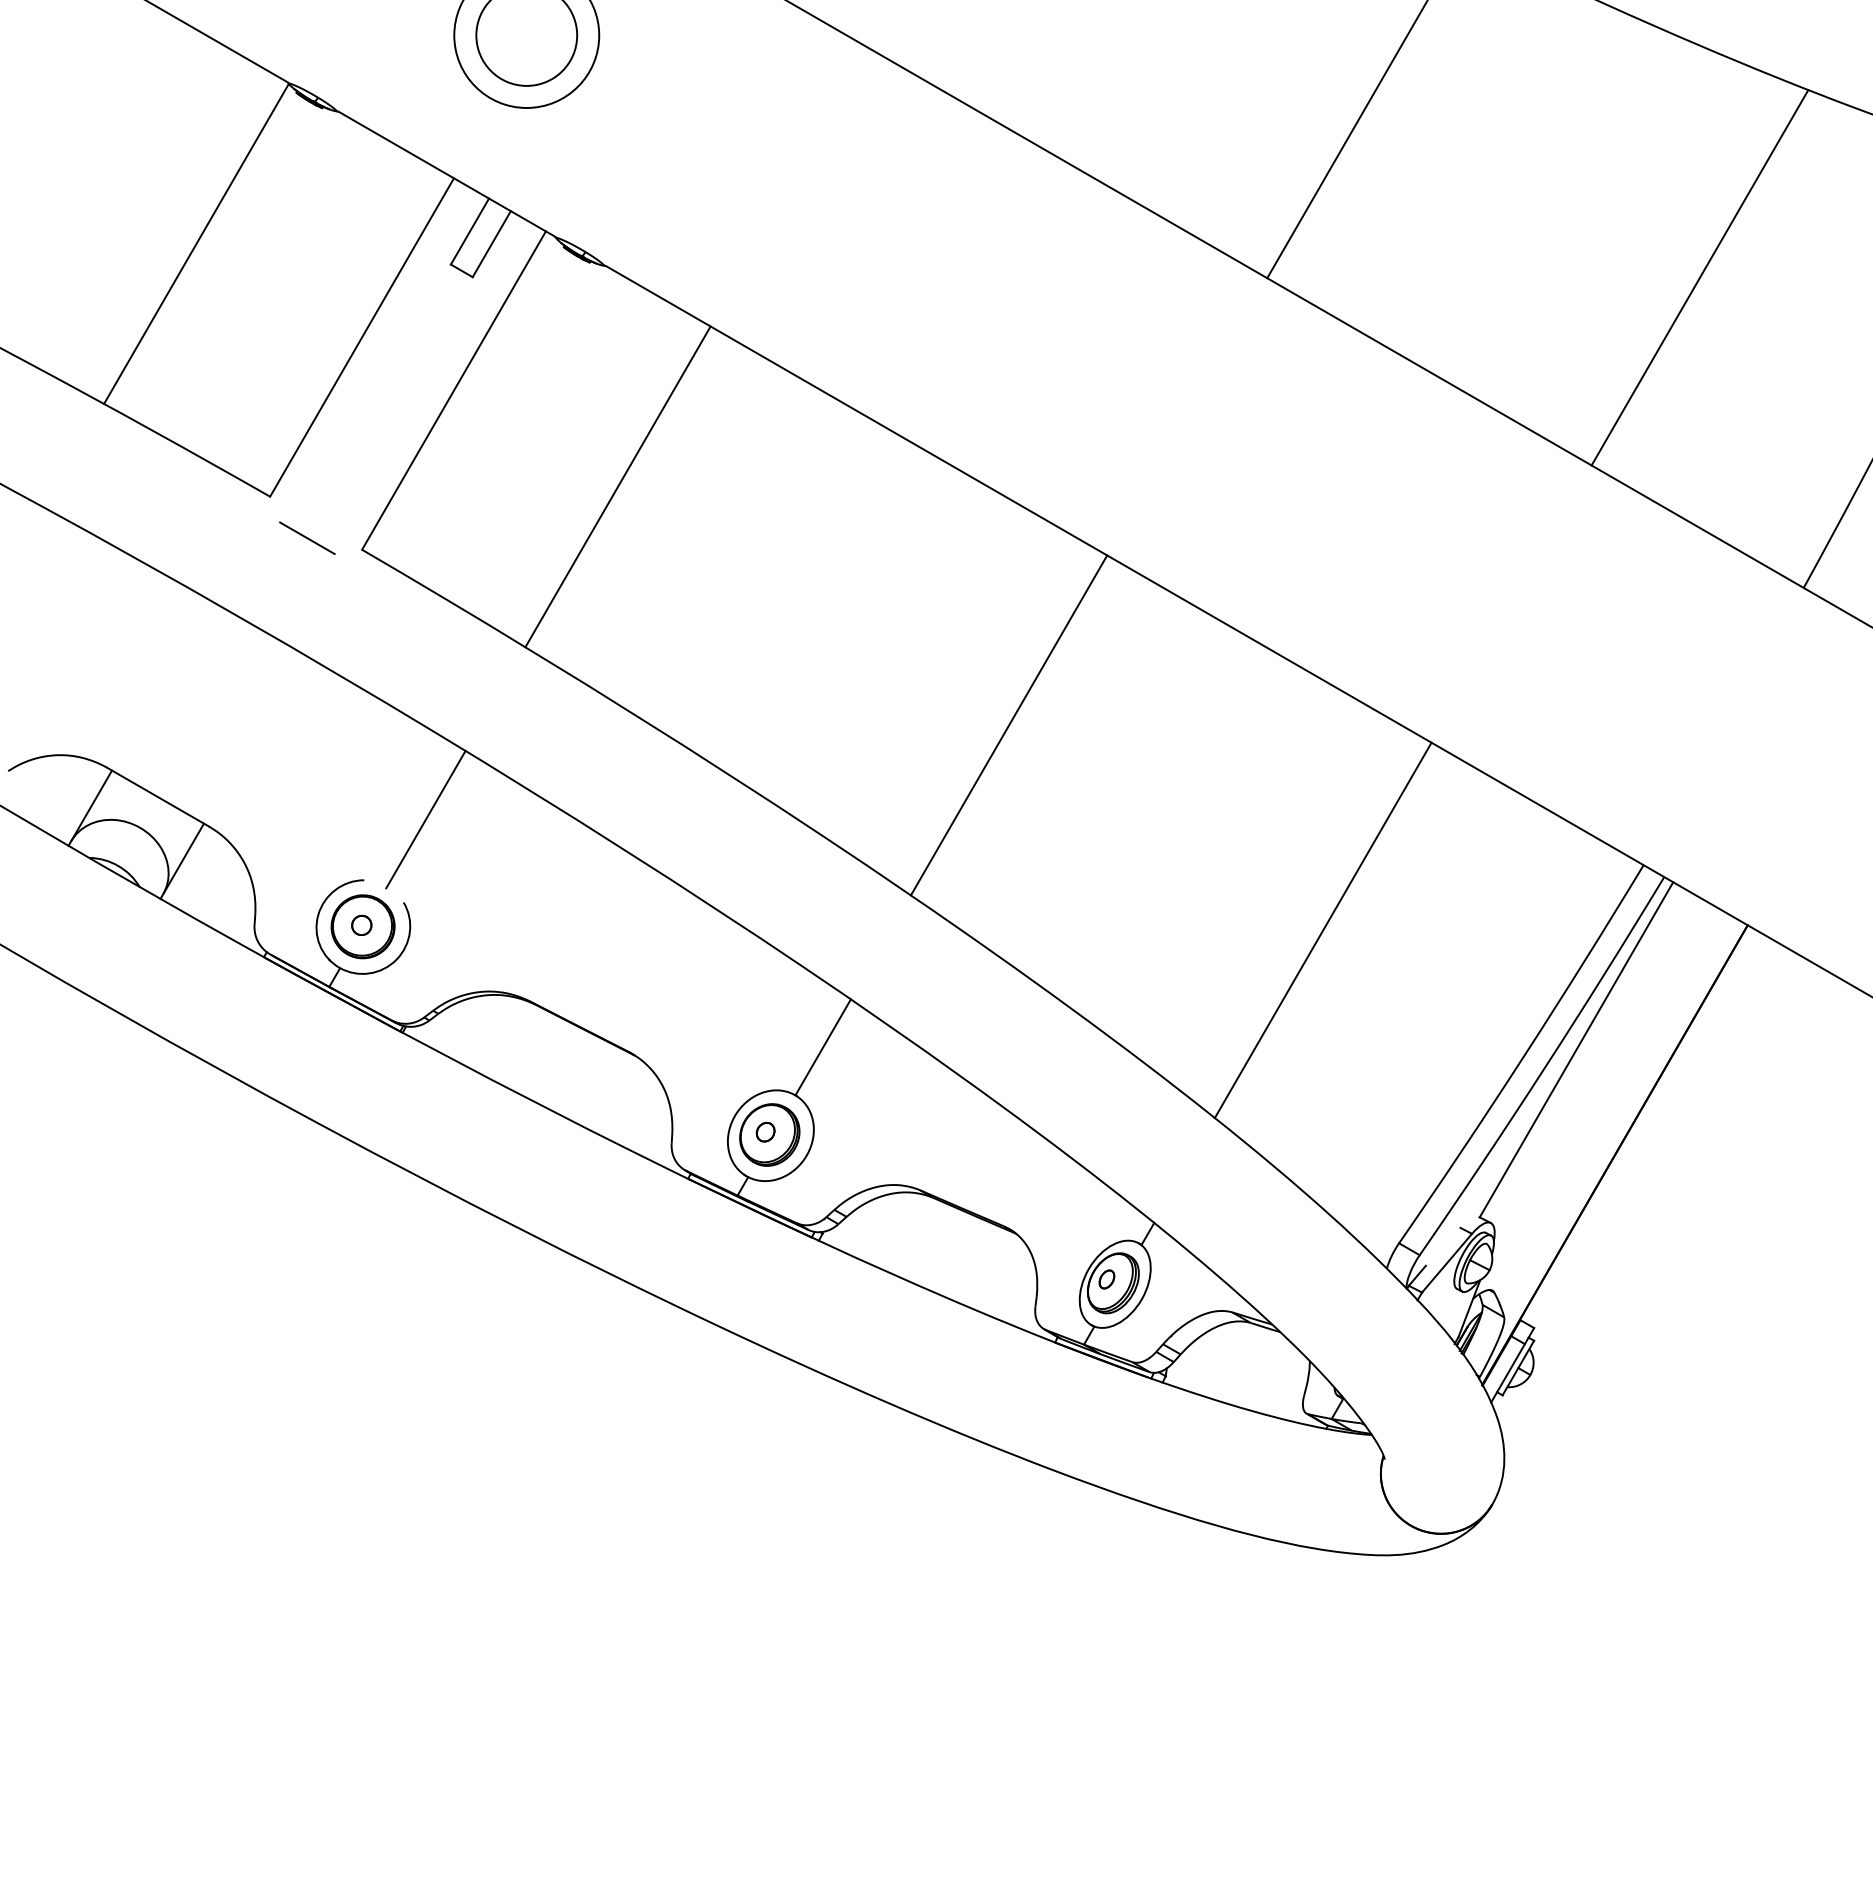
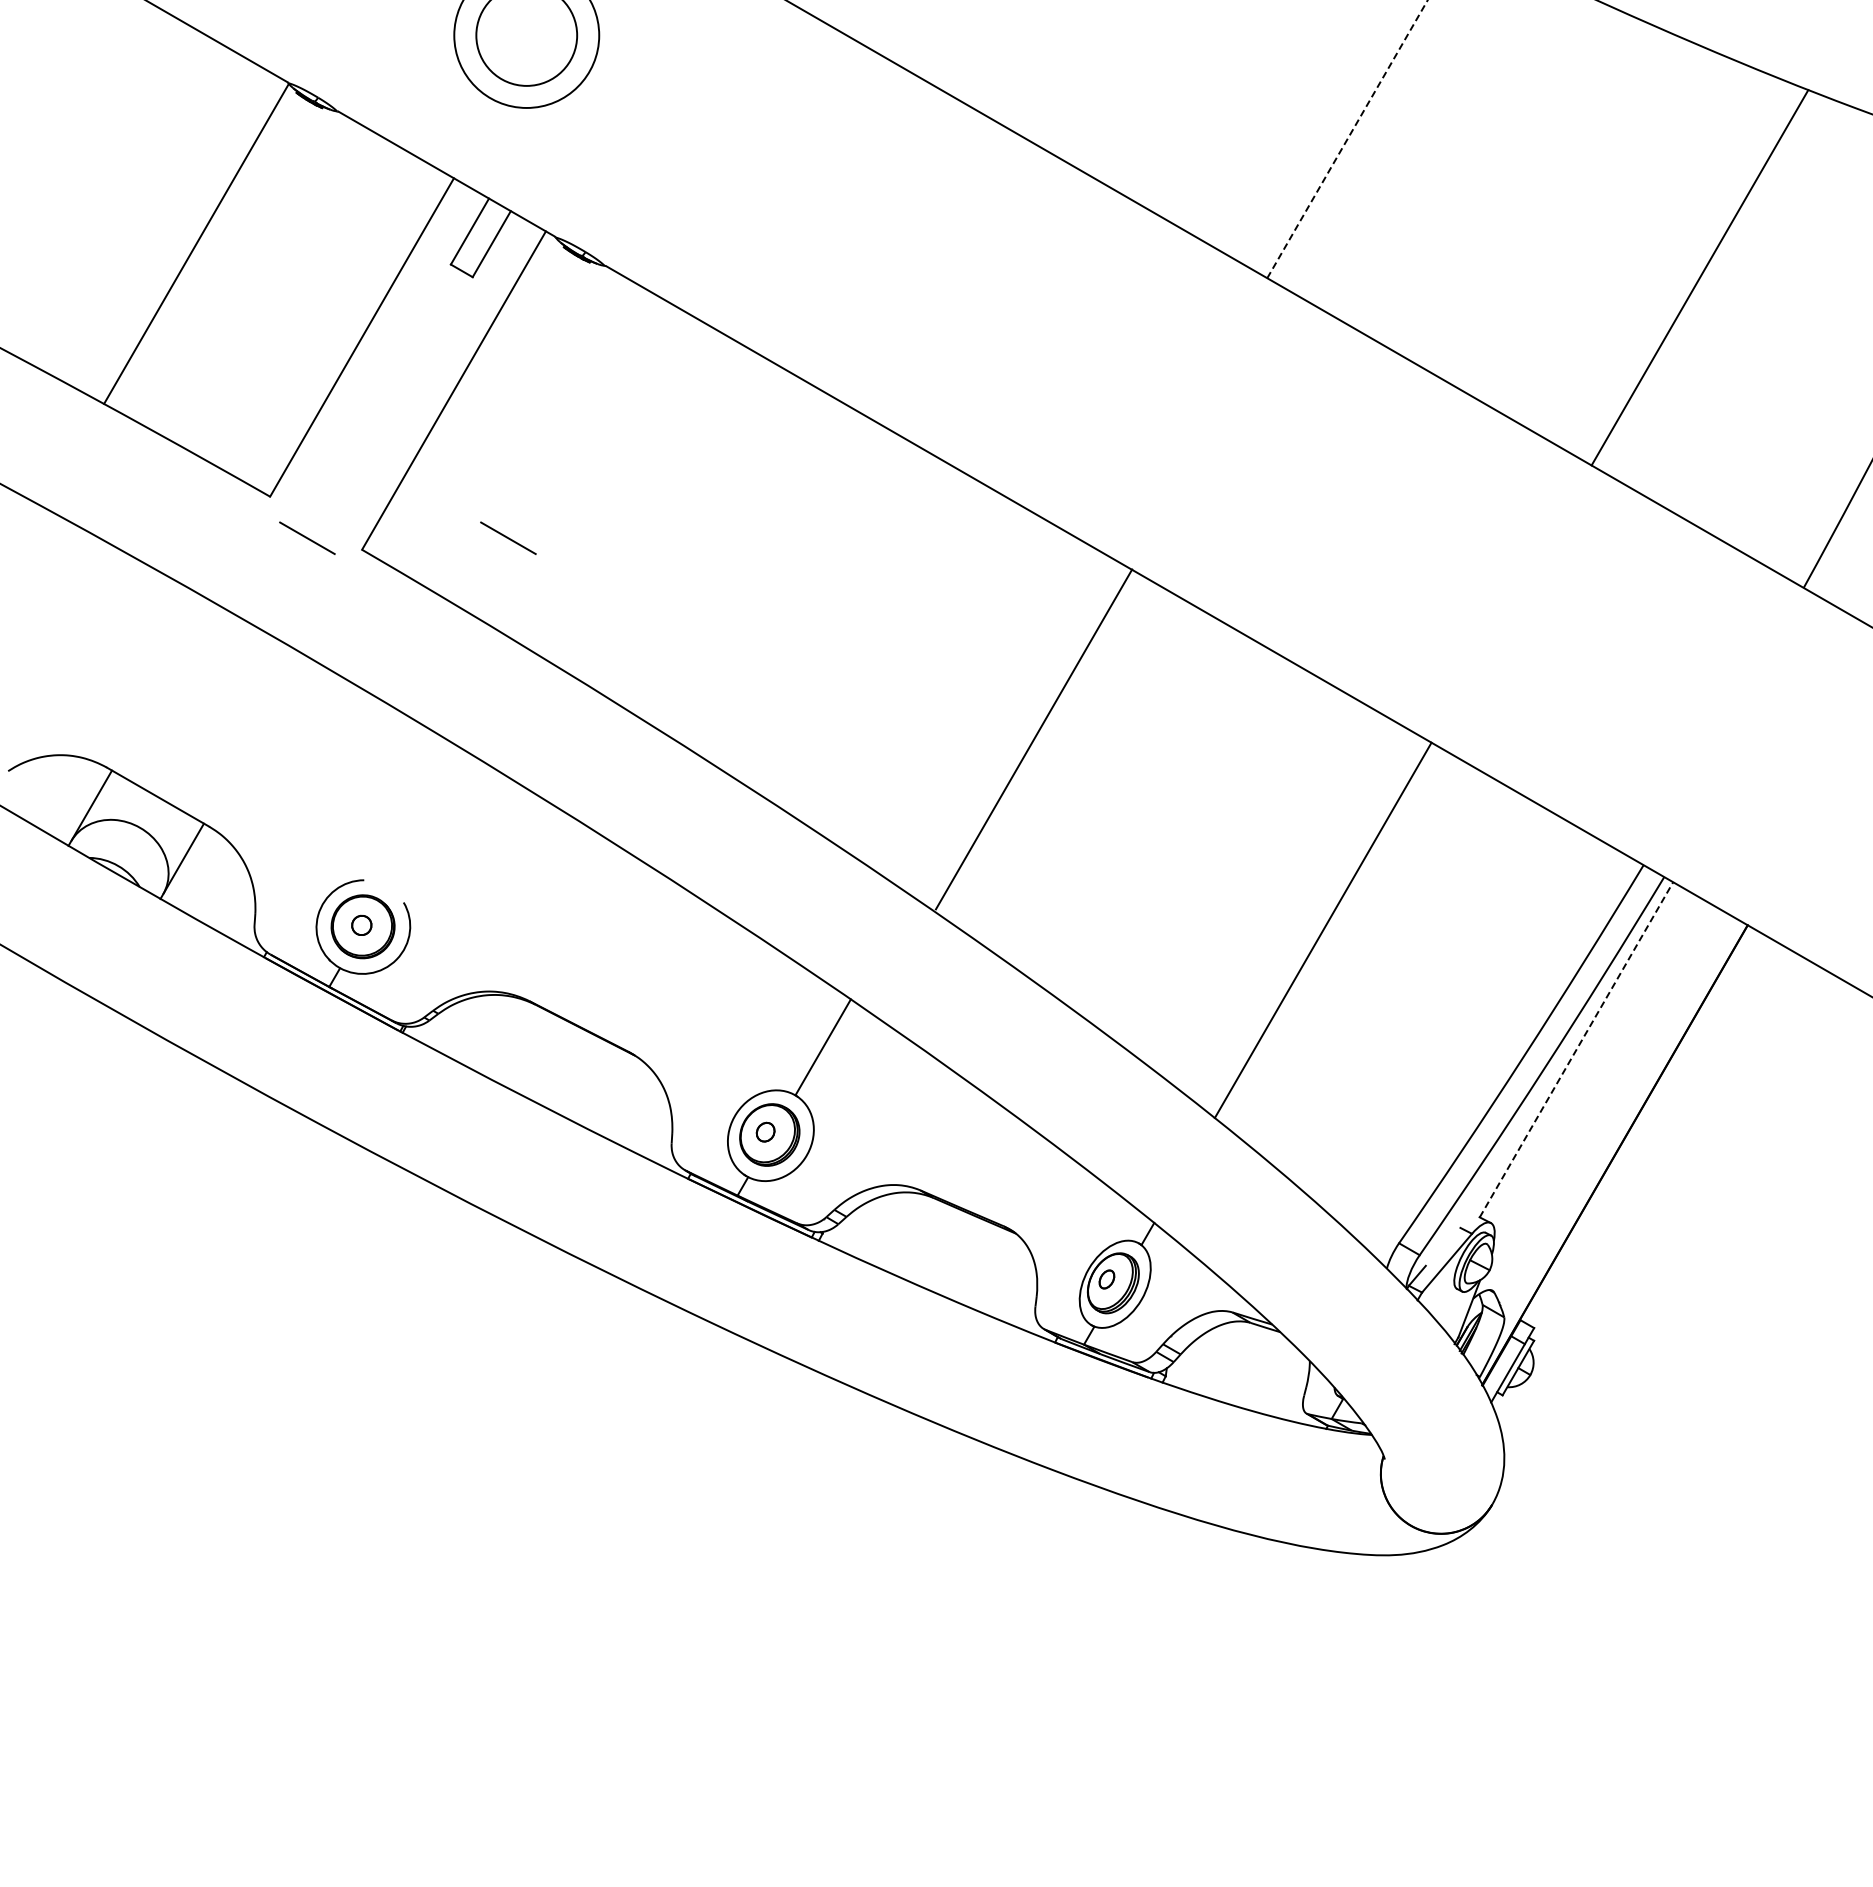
line at (1347, 138): solid -> dashed
line at (617, 486): present -> none
line at (508, 537): none -> present
line at (1008, 725) position: (1008, 725) -> (1033, 739)
line at (425, 819): present -> none
line at (1576, 1049): solid -> dashed
